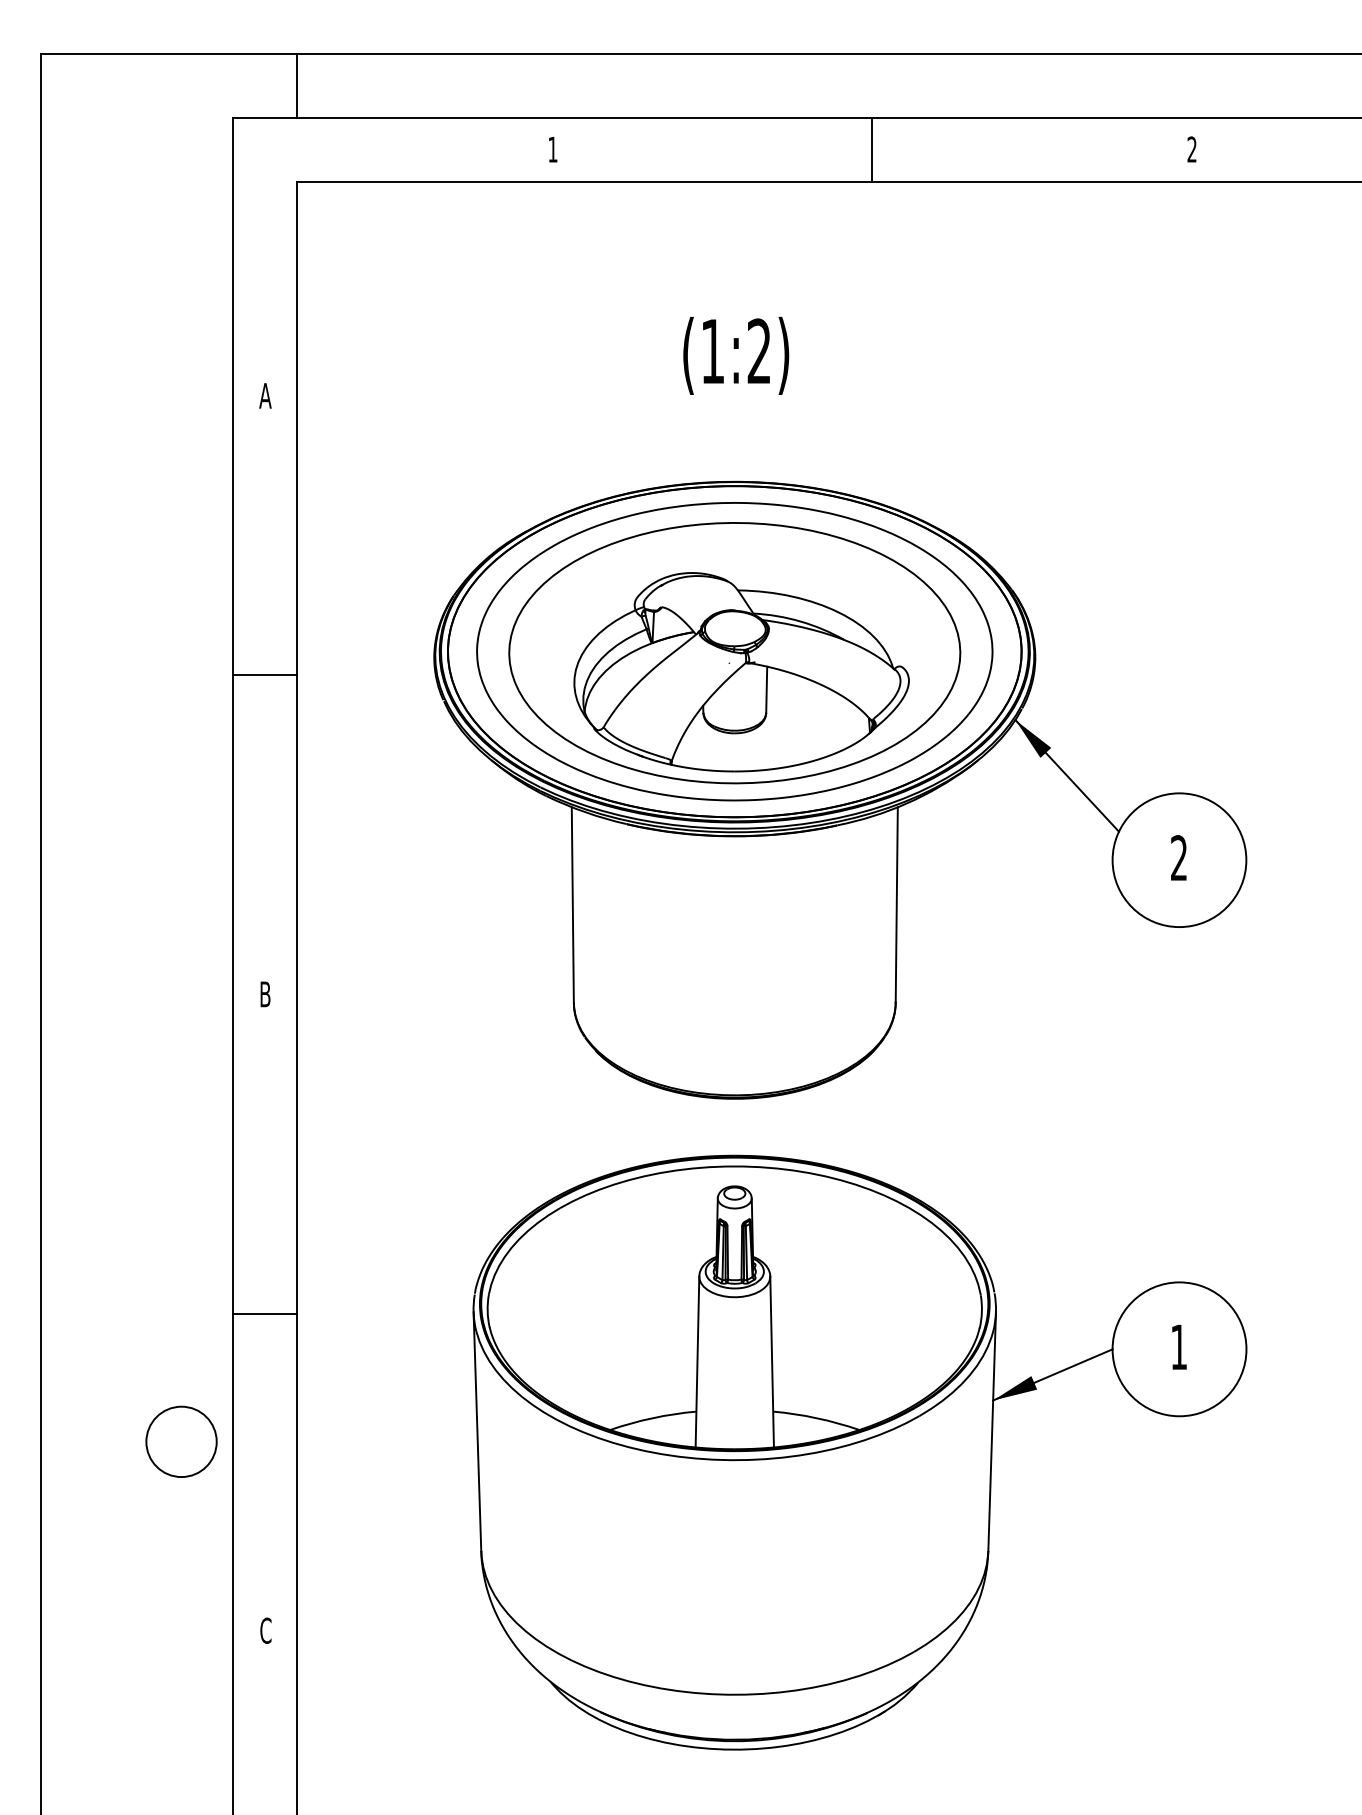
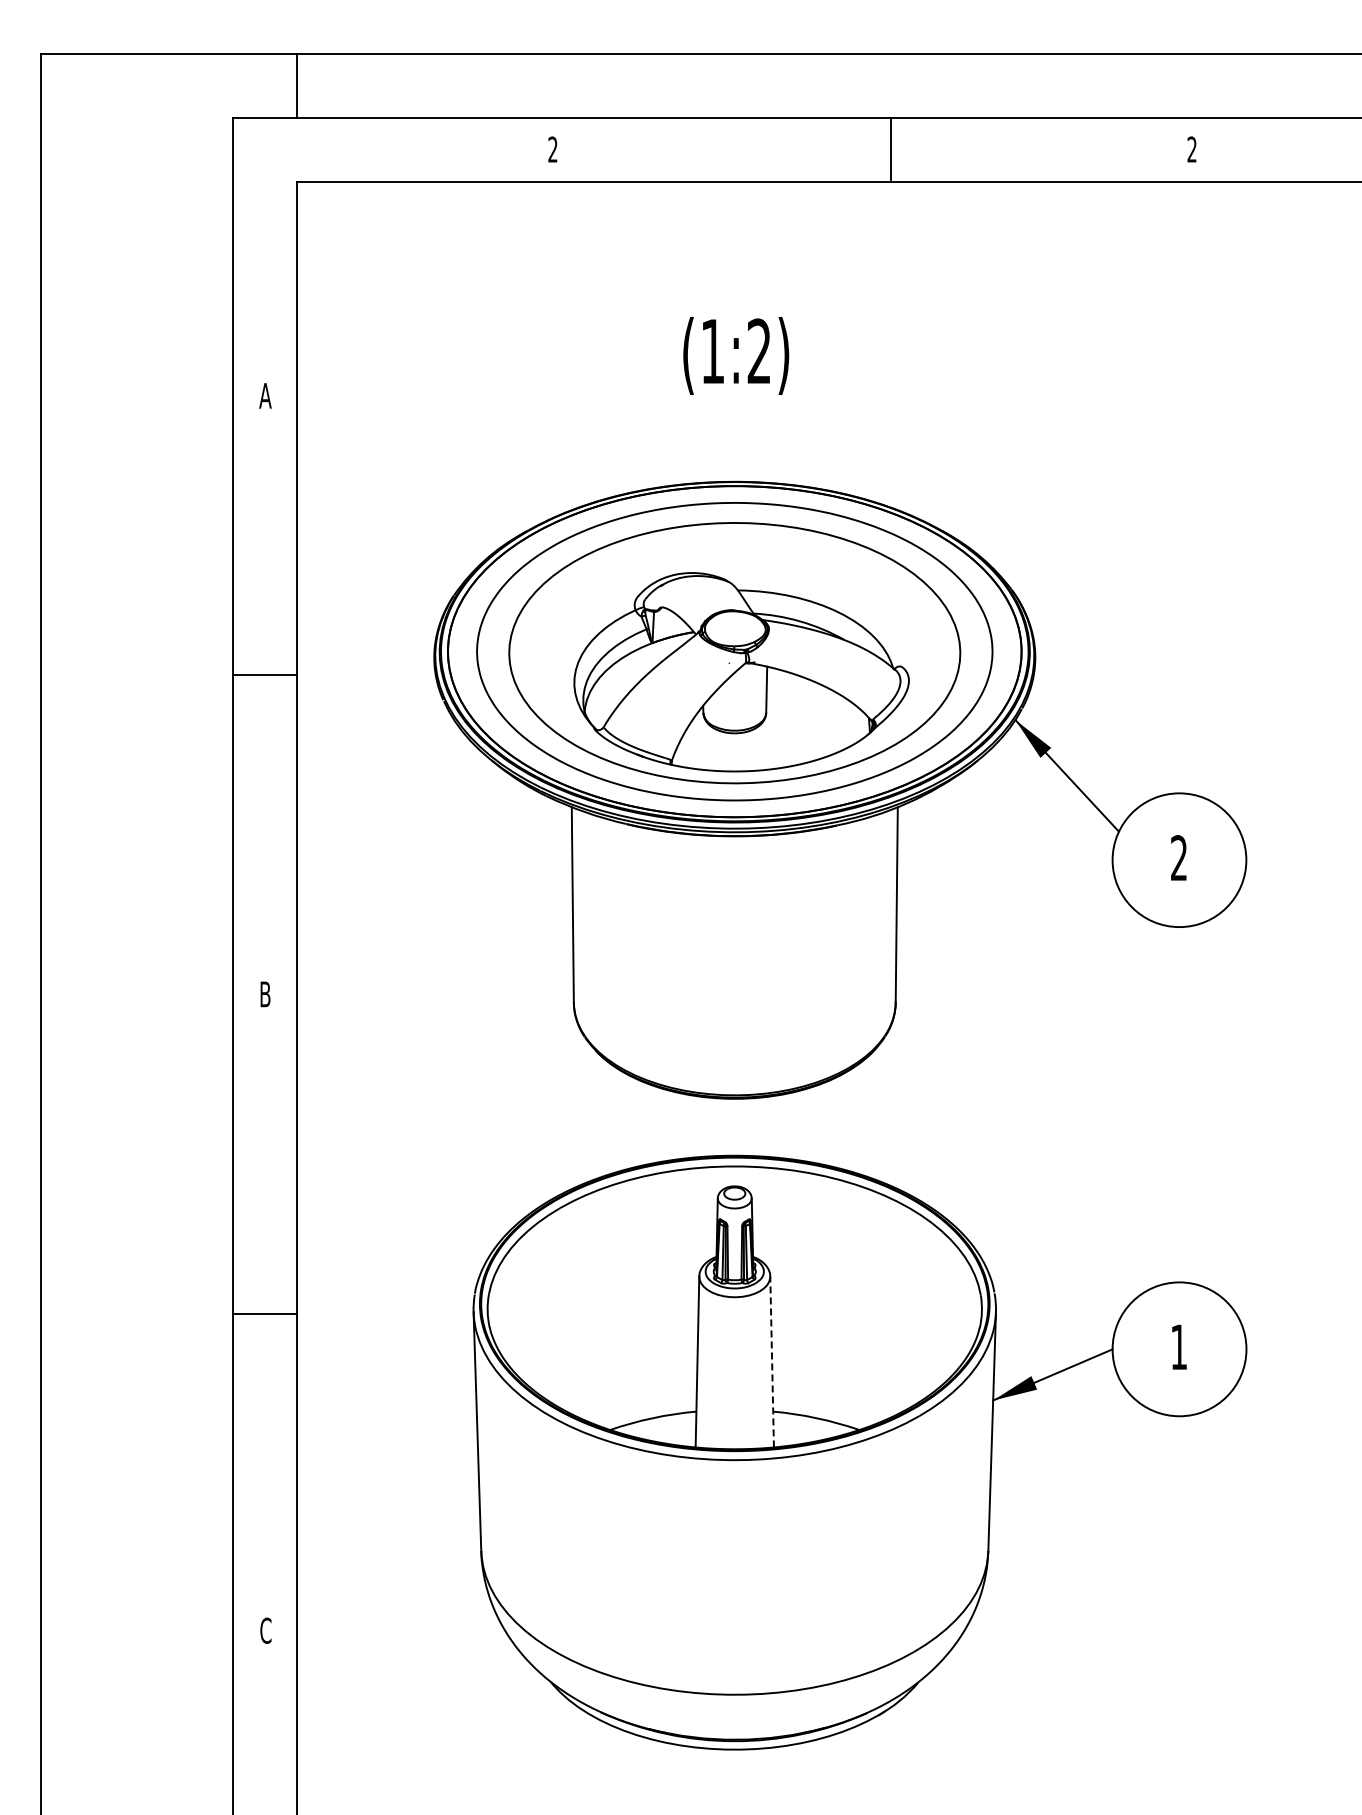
text at (552, 149): 1 -> 2
line at (872, 150) position: (872, 150) -> (891, 150)
line at (772, 1361): solid -> dashed
circle at (181, 1441): present -> none
